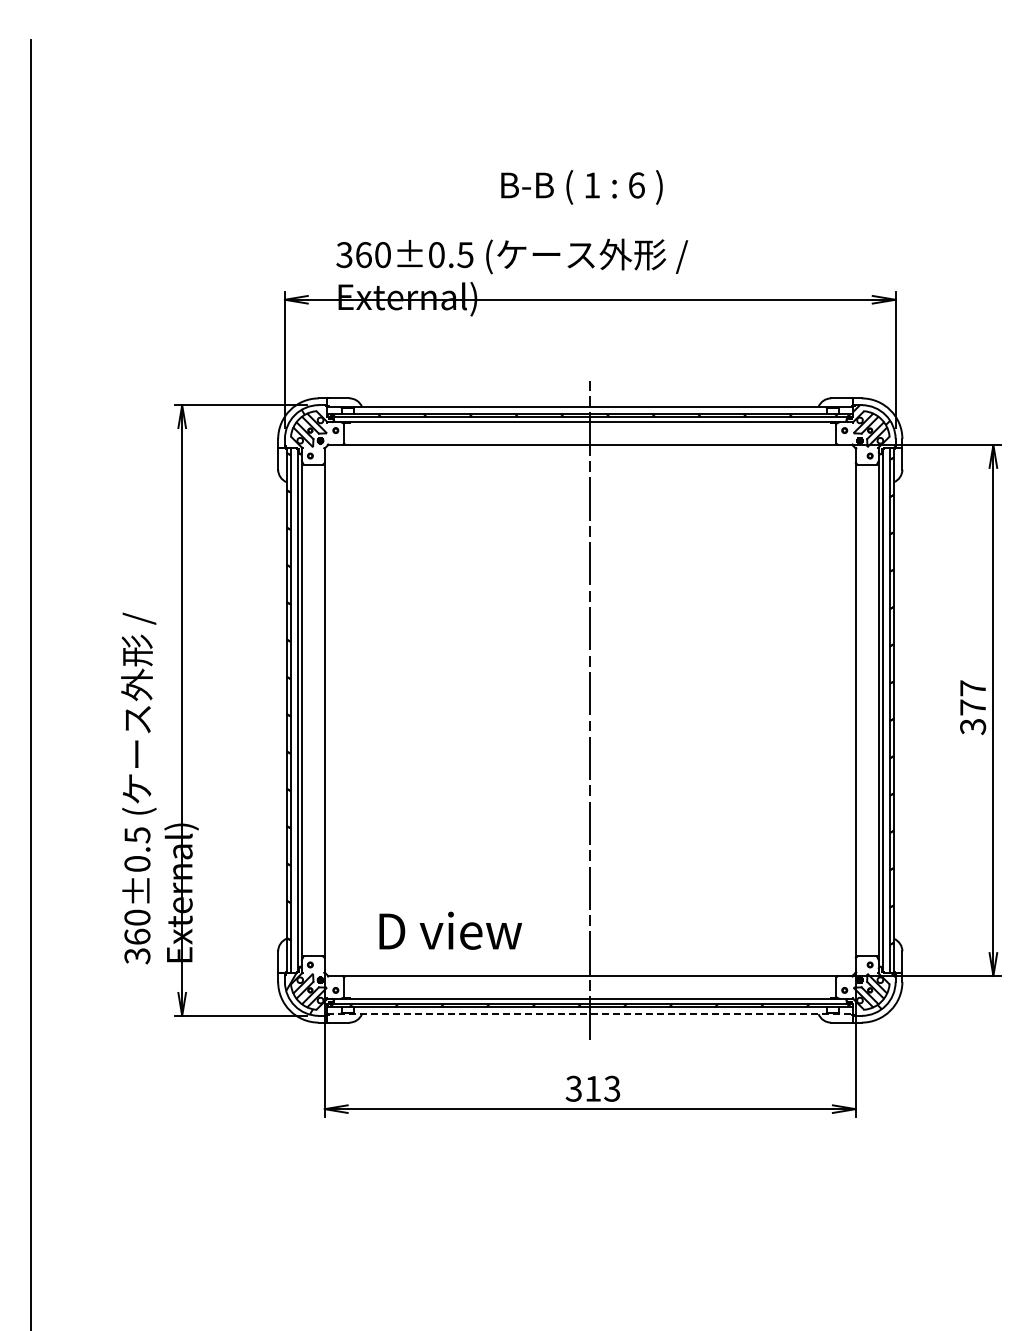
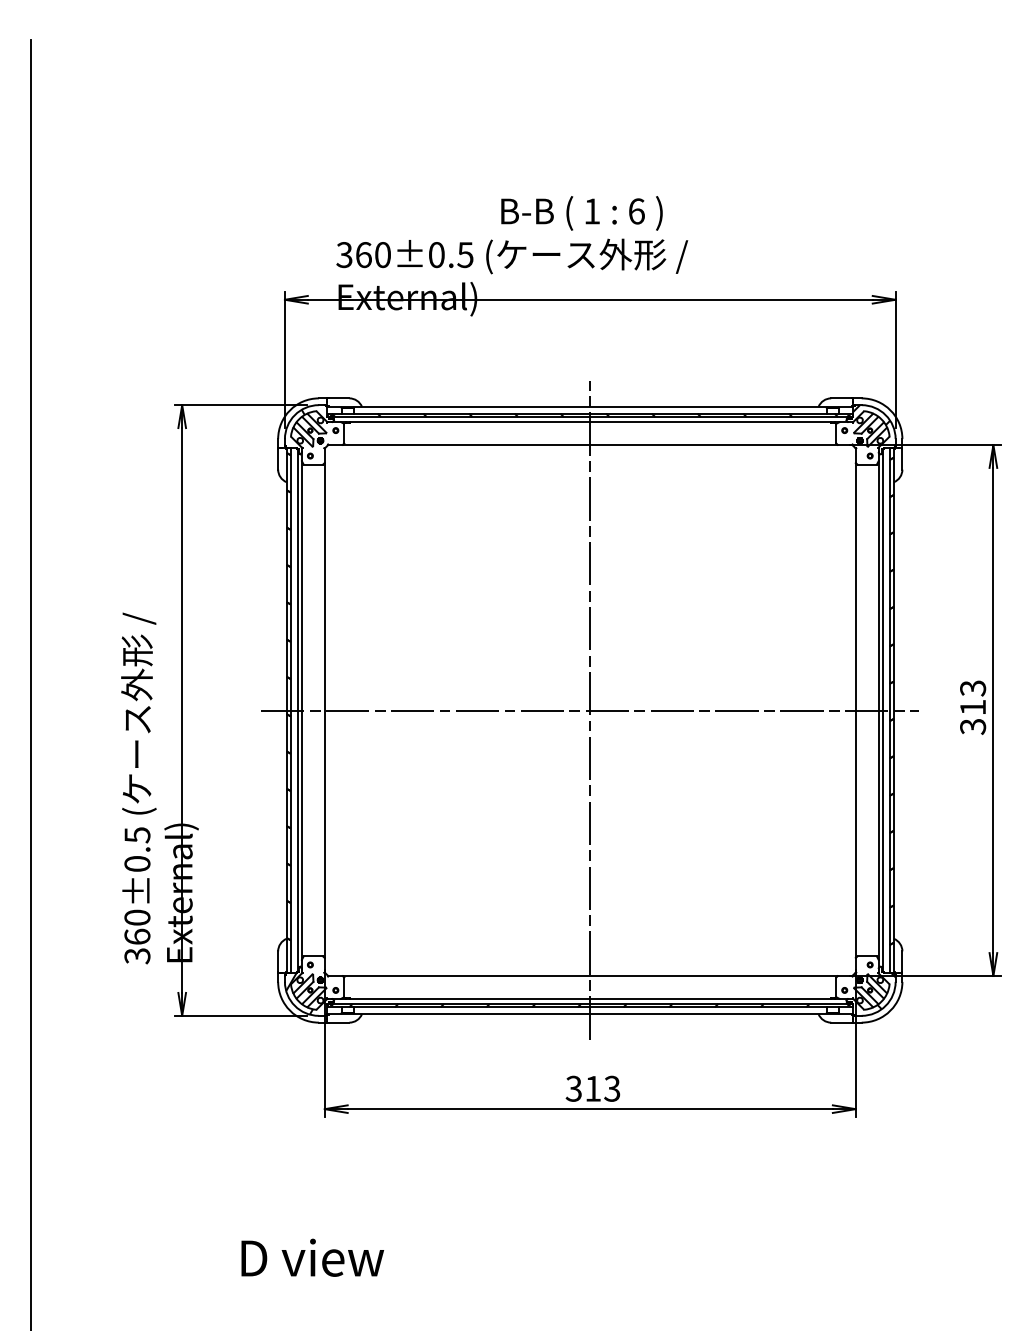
text at (581, 187) position: (581, 187) -> (581, 213)
text at (973, 697): 377 -> 313
line at (590, 710): none -> present
text at (450, 930) position: (450, 930) -> (312, 1257)
line at (590, 1014): dashed -> solid
